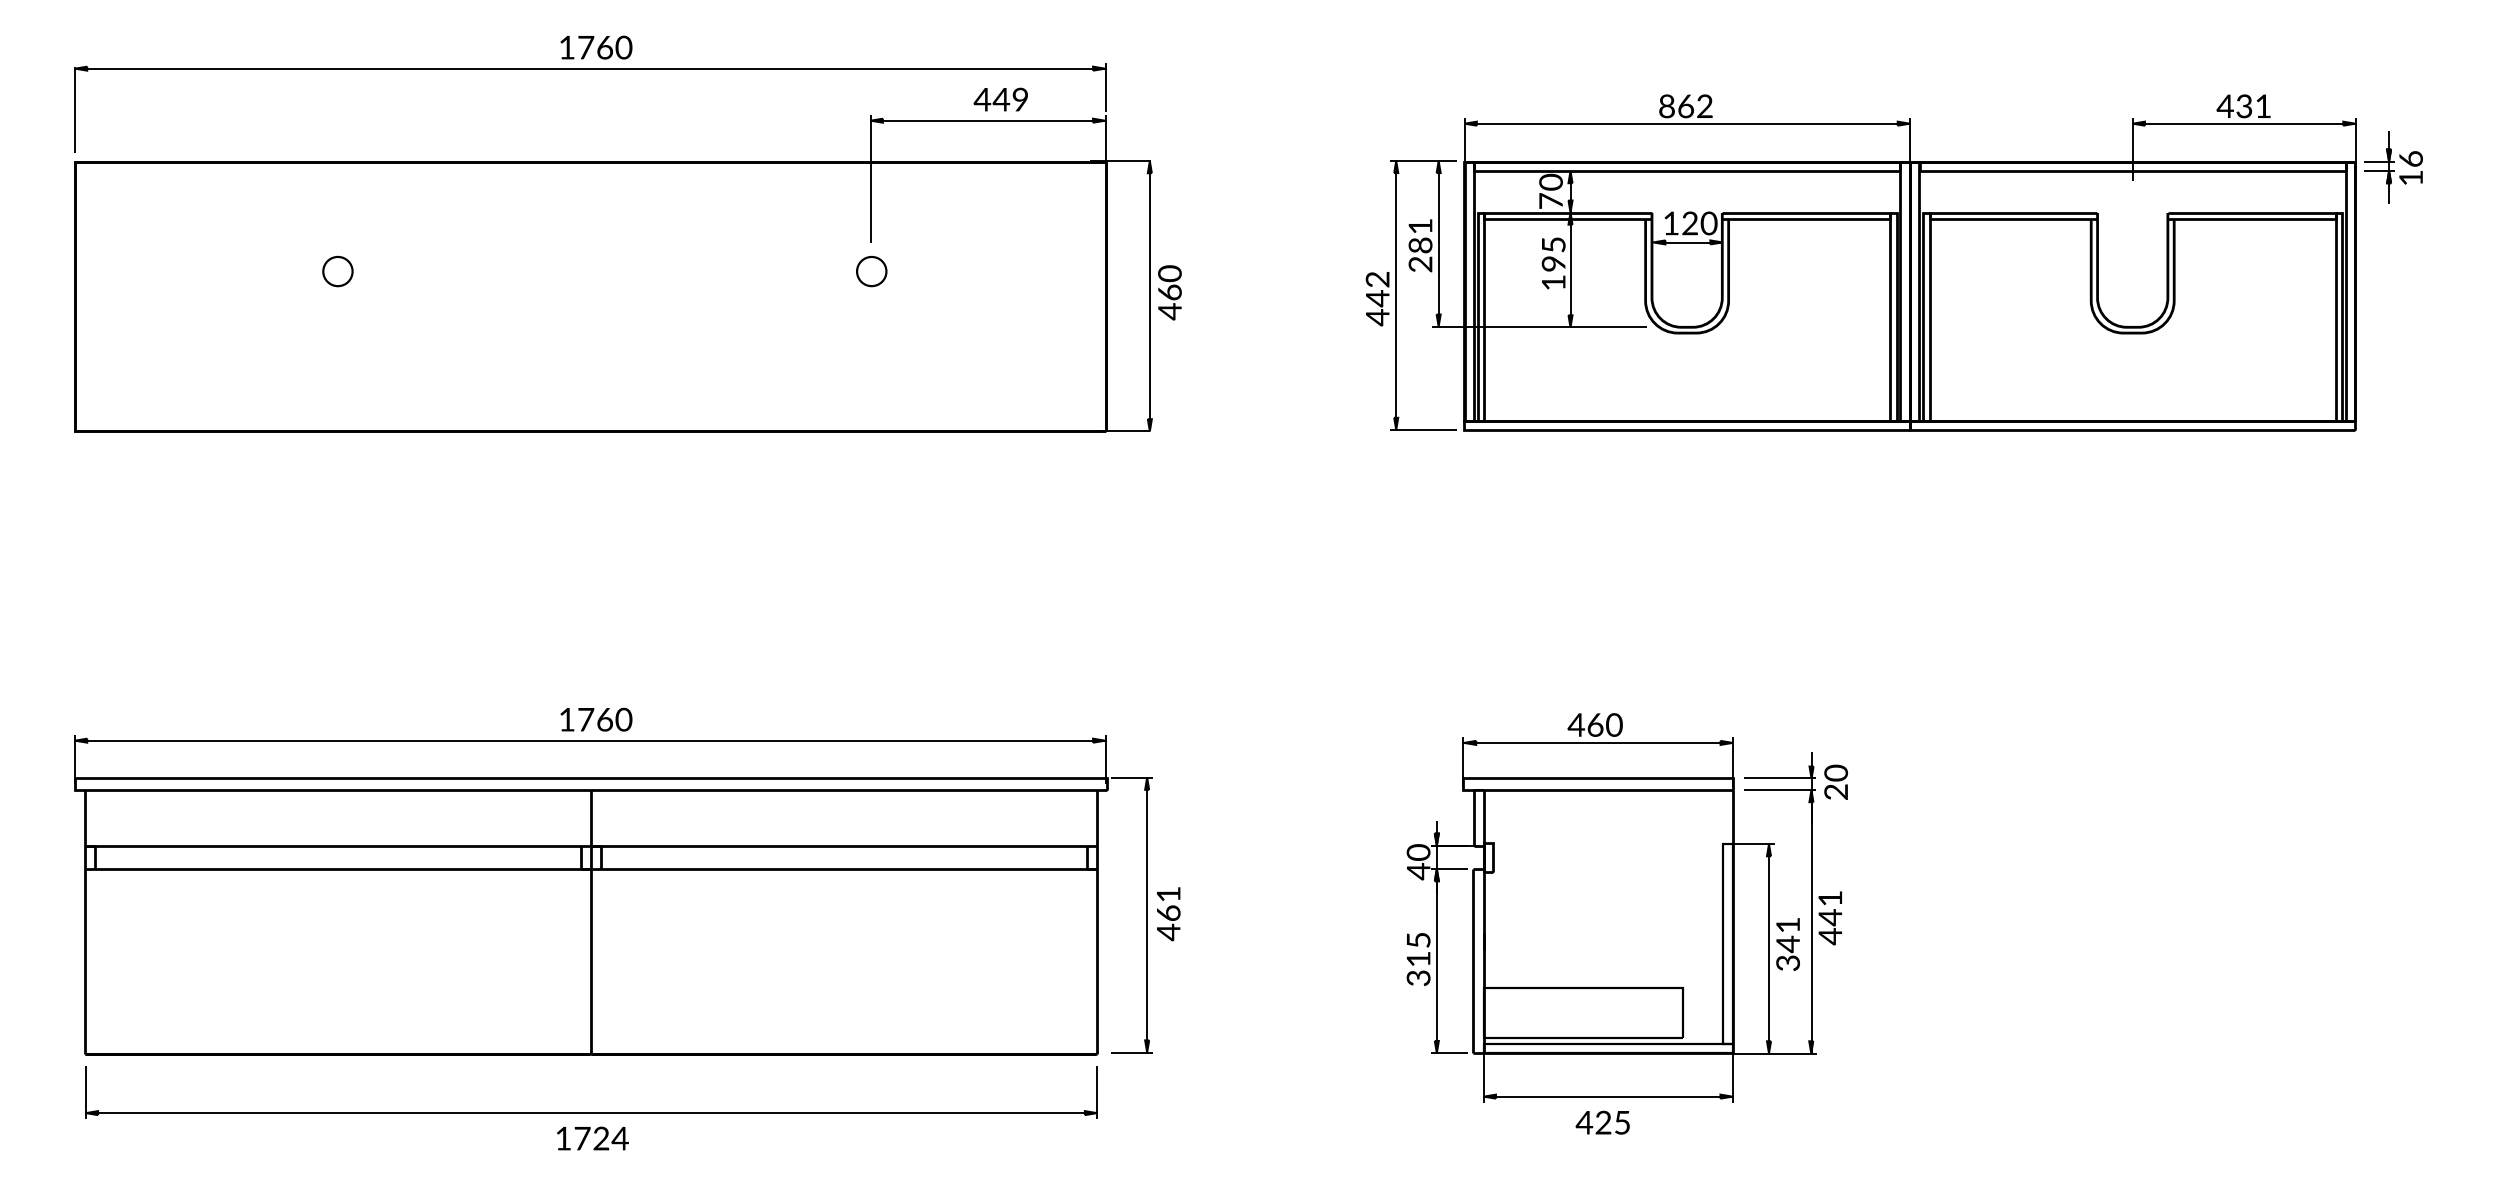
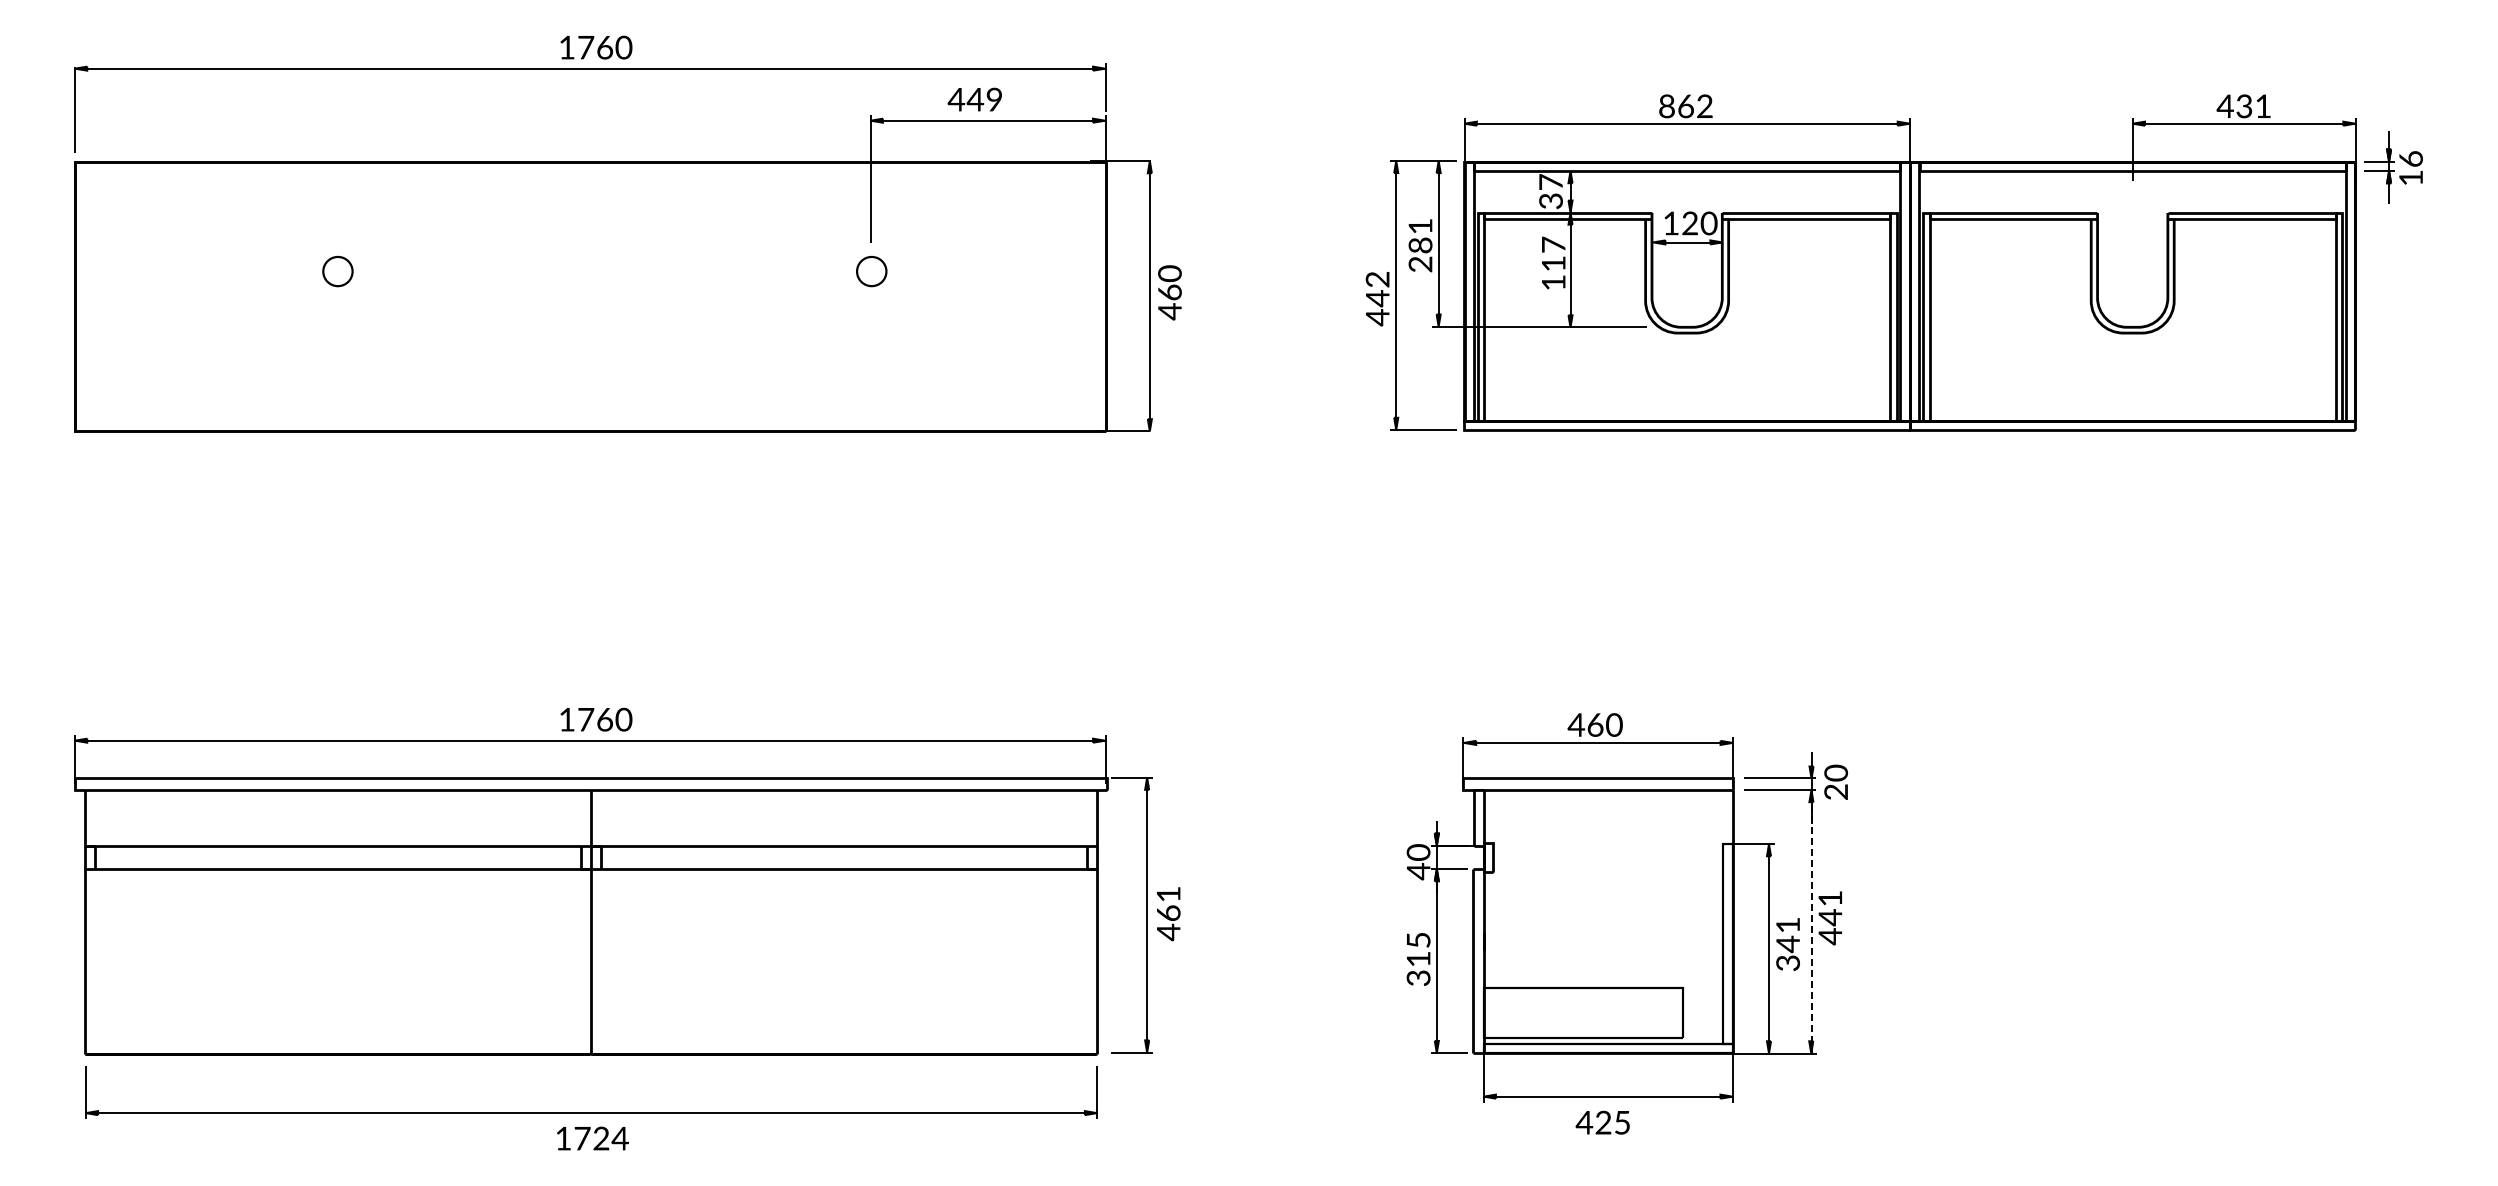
text at (1000, 99) position: (1000, 99) -> (974, 99)
text at (1550, 191): 70 -> 37
text at (1553, 253): 195 -> 117
line at (1811, 921): solid -> dashed
